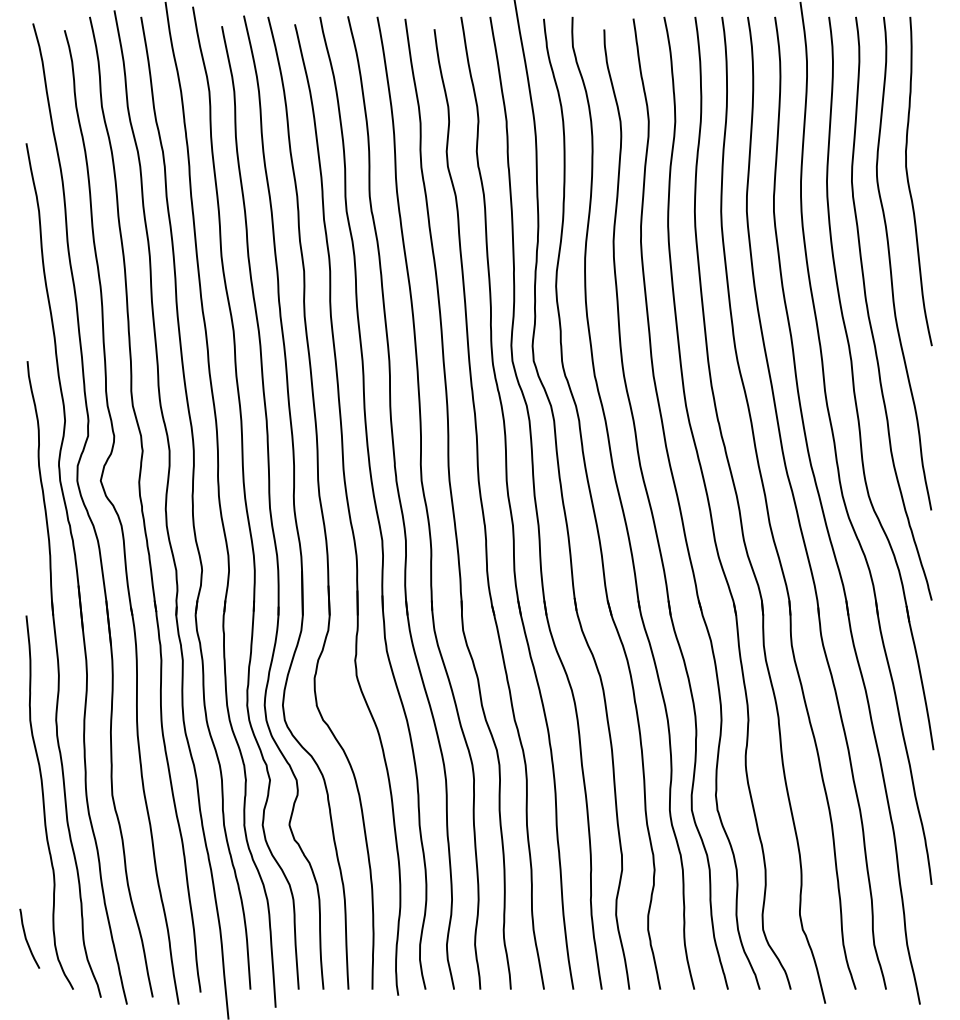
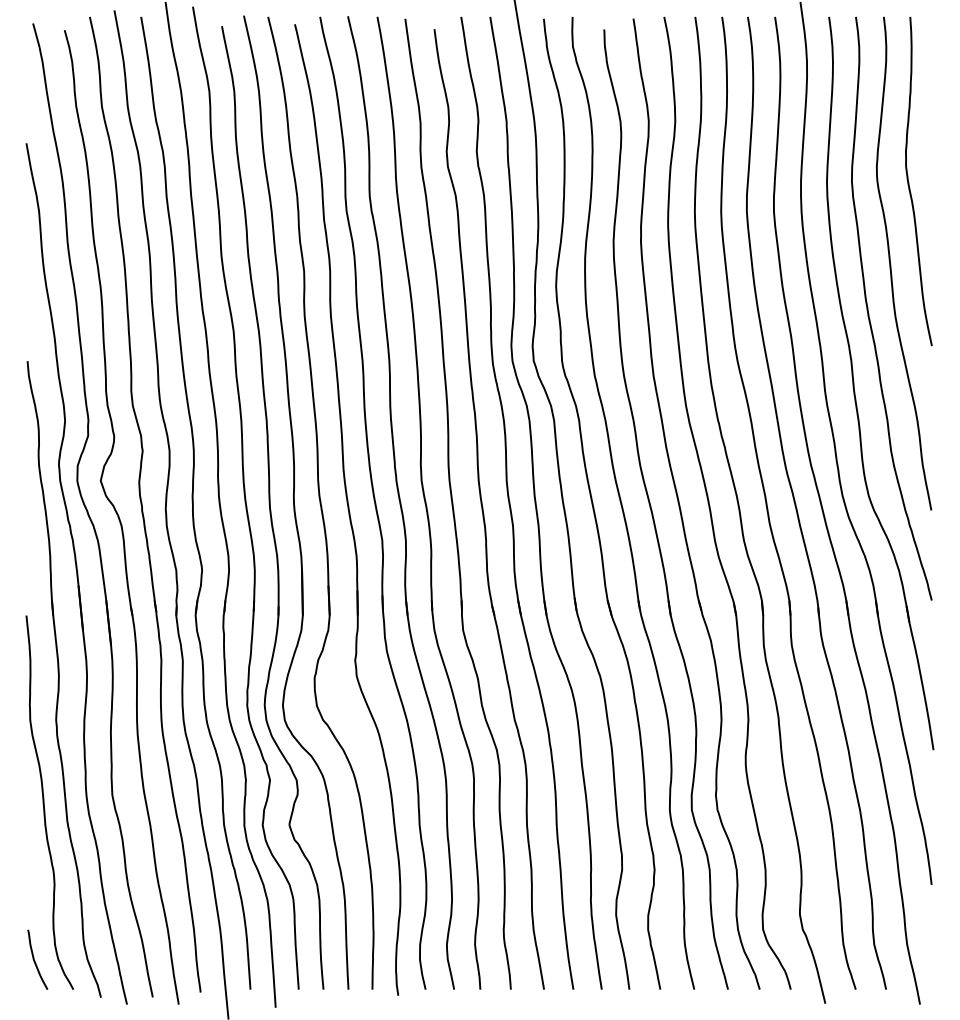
curve at (27, 939) position: (27, 939) -> (35, 960)
